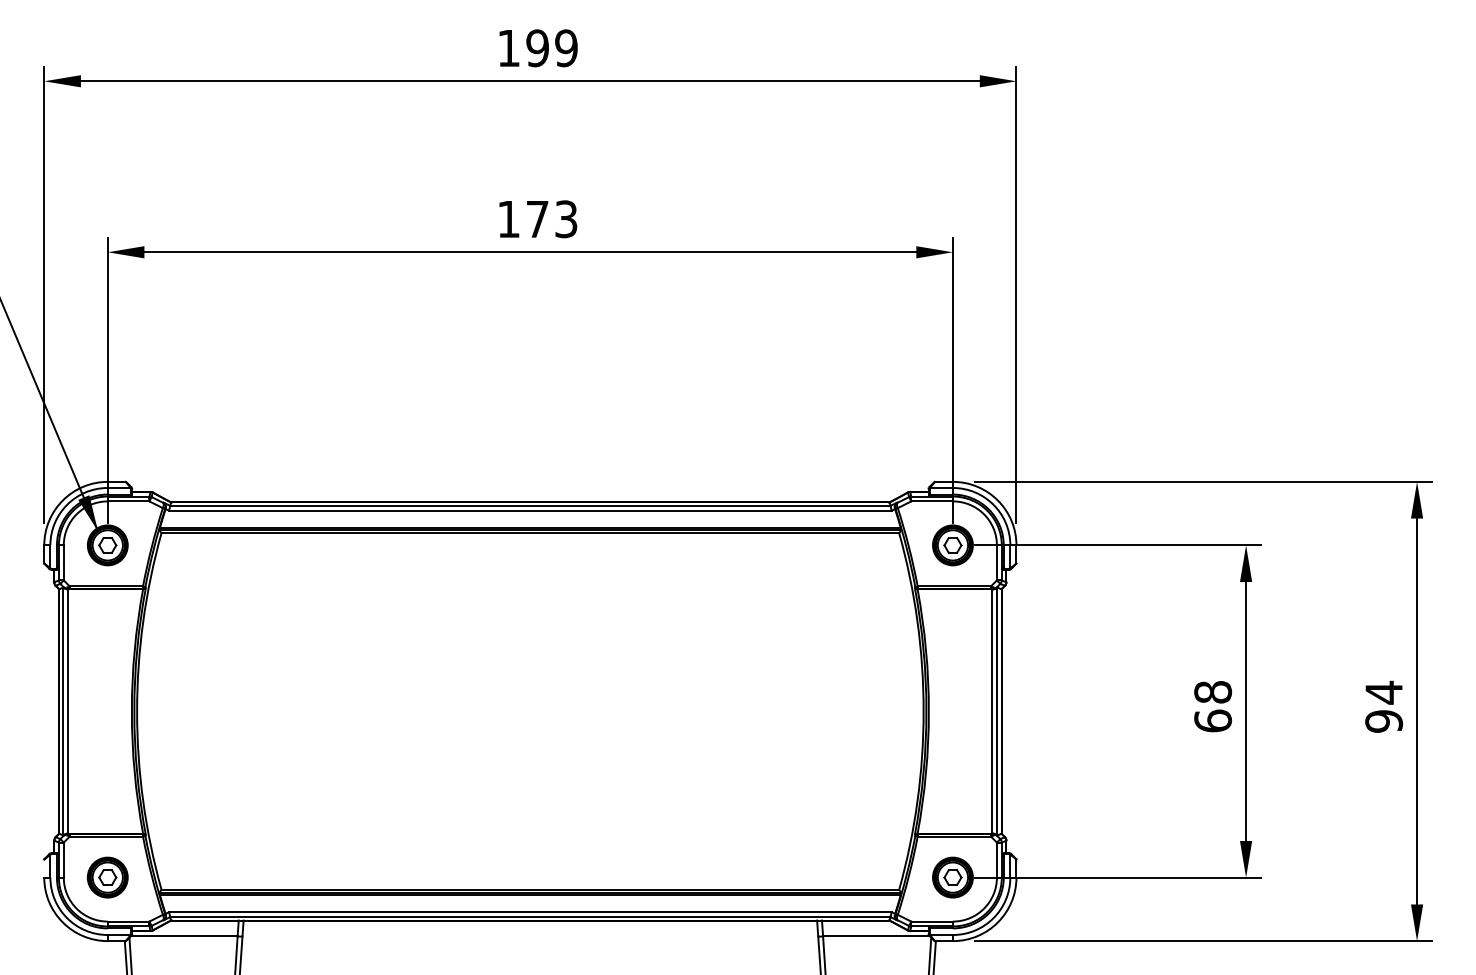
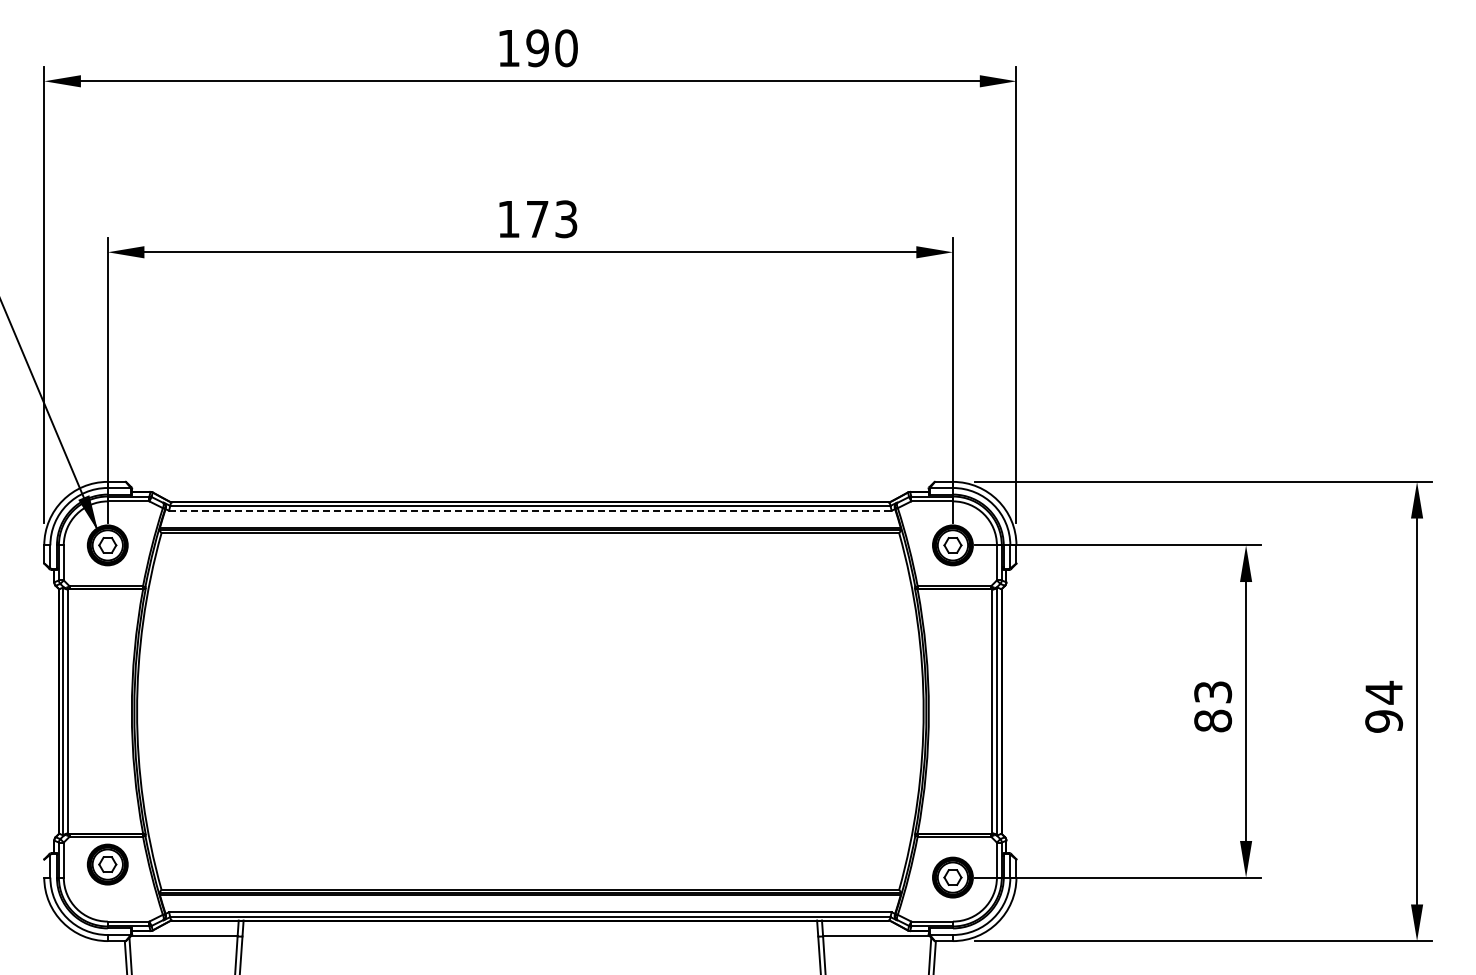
text at (566, 48): 199 -> 190
line at (530, 510): solid -> dashed
text at (1213, 706): 68 -> 83
part at (107, 877) position: (107, 877) -> (107, 864)
